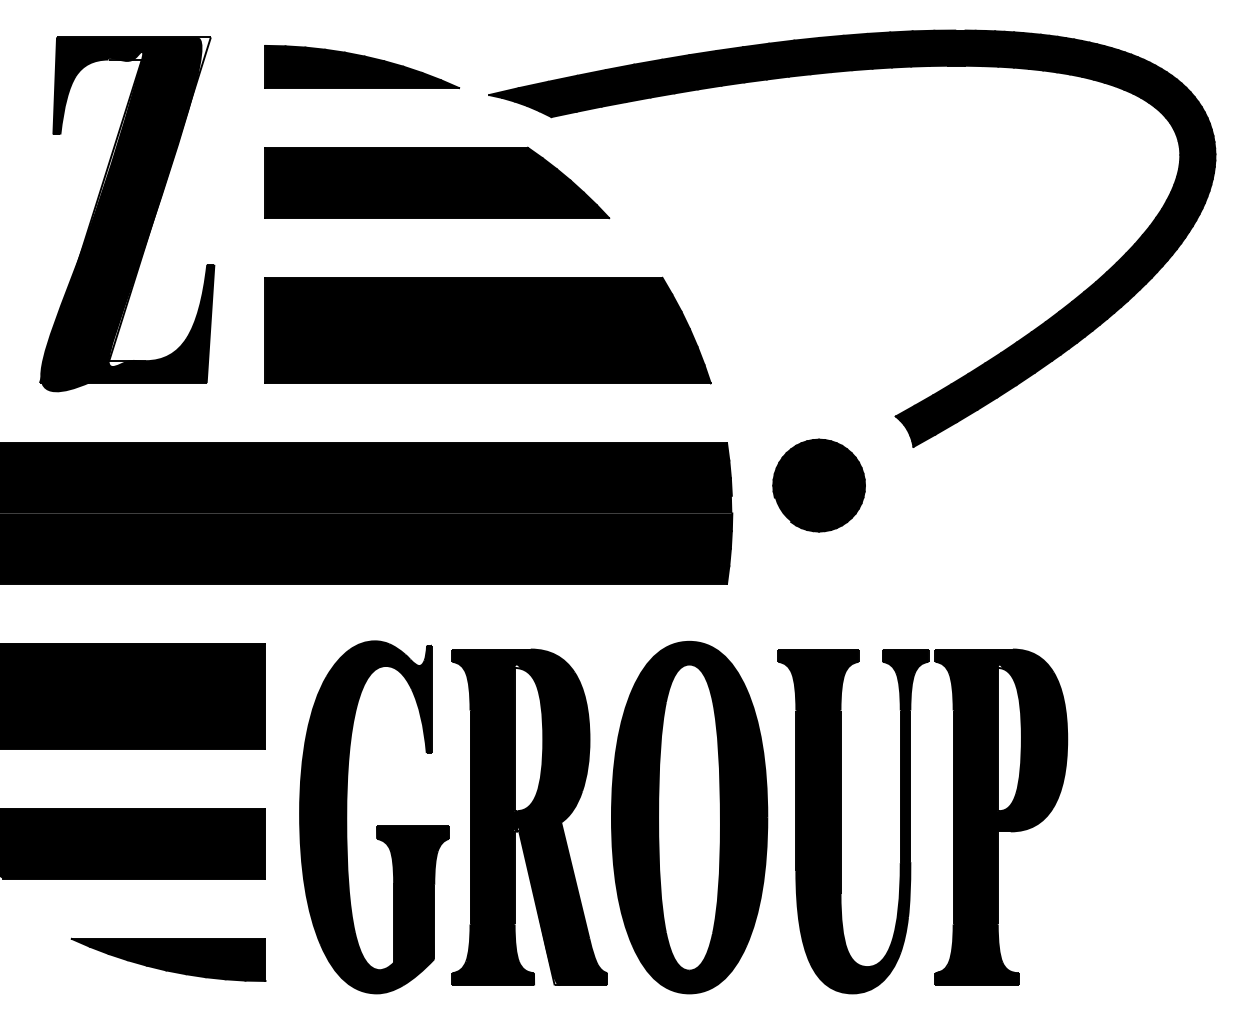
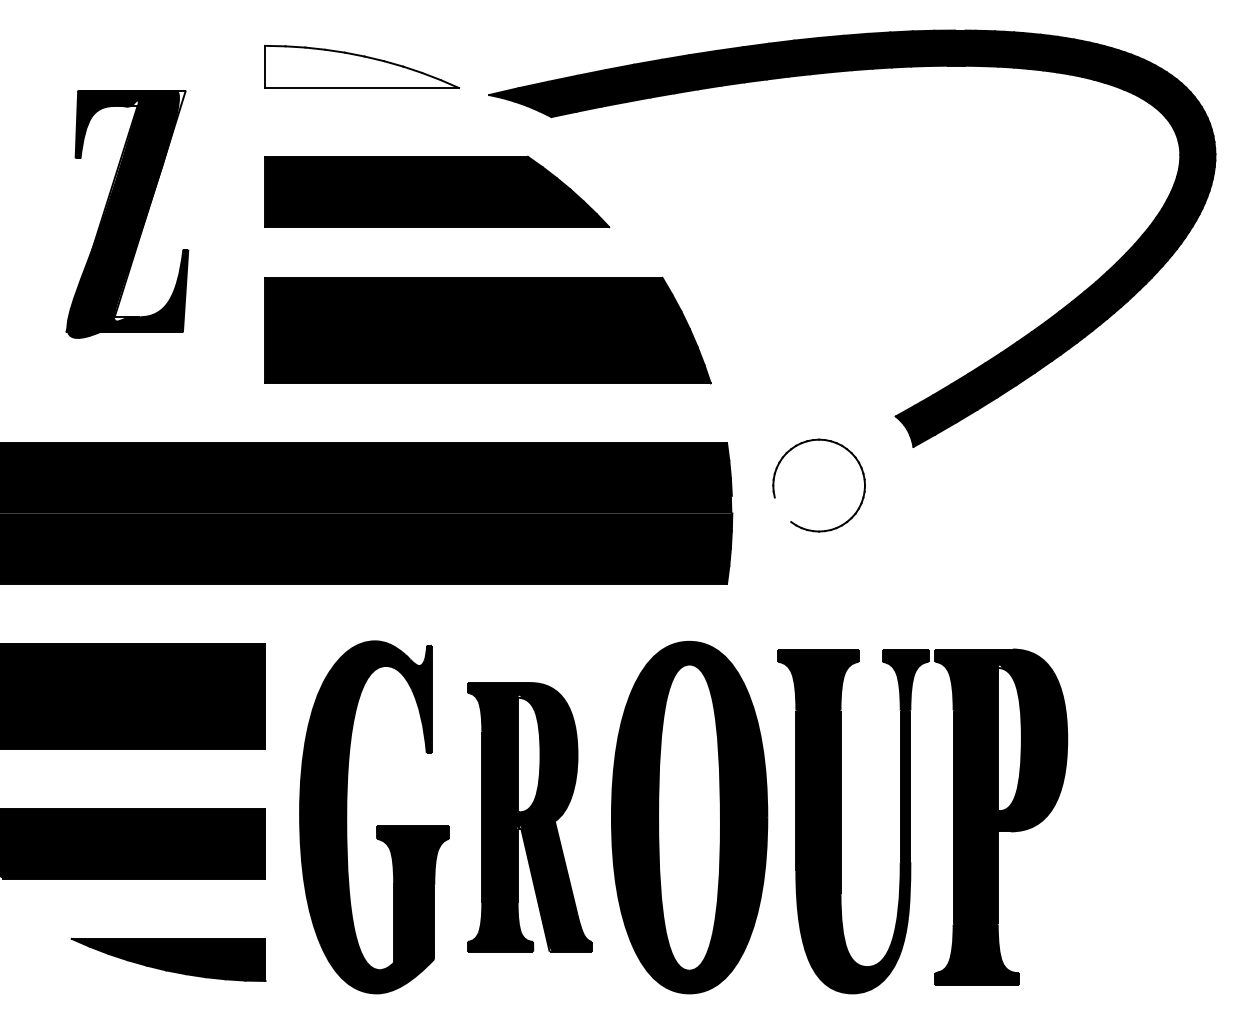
fill at (362, 66): present -> none
part at (437, 182) position: (437, 182) -> (437, 191)
part at (127, 214) size: 177x357 px -> 125x249 px
fill at (819, 485): present -> none
part at (529, 816) size: 157x338 px -> 126x271 px
